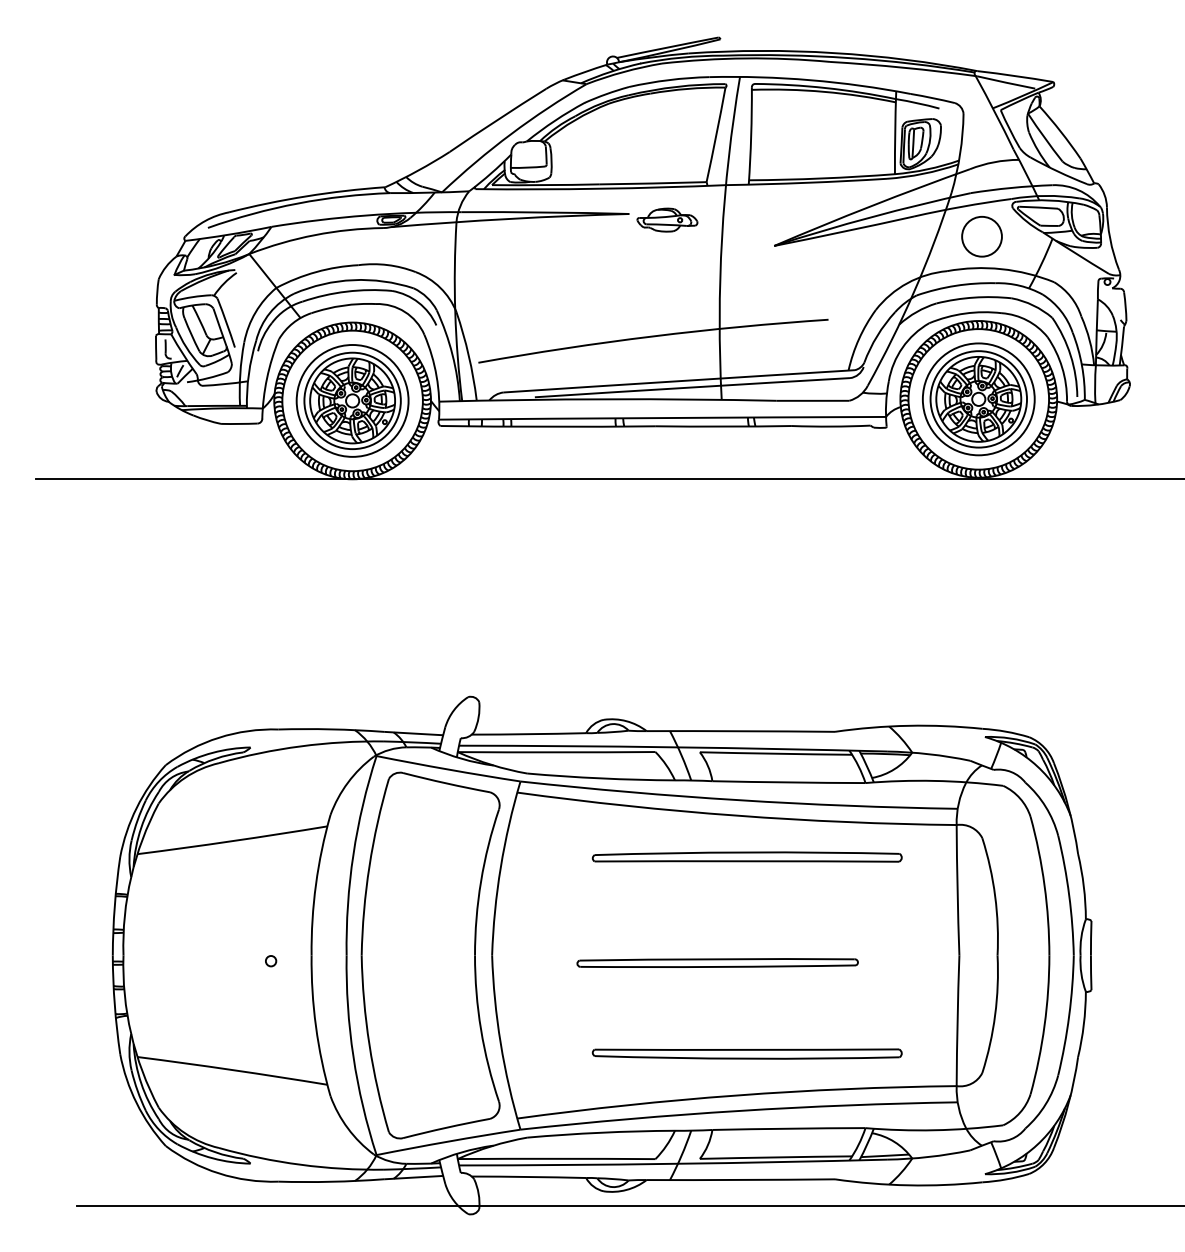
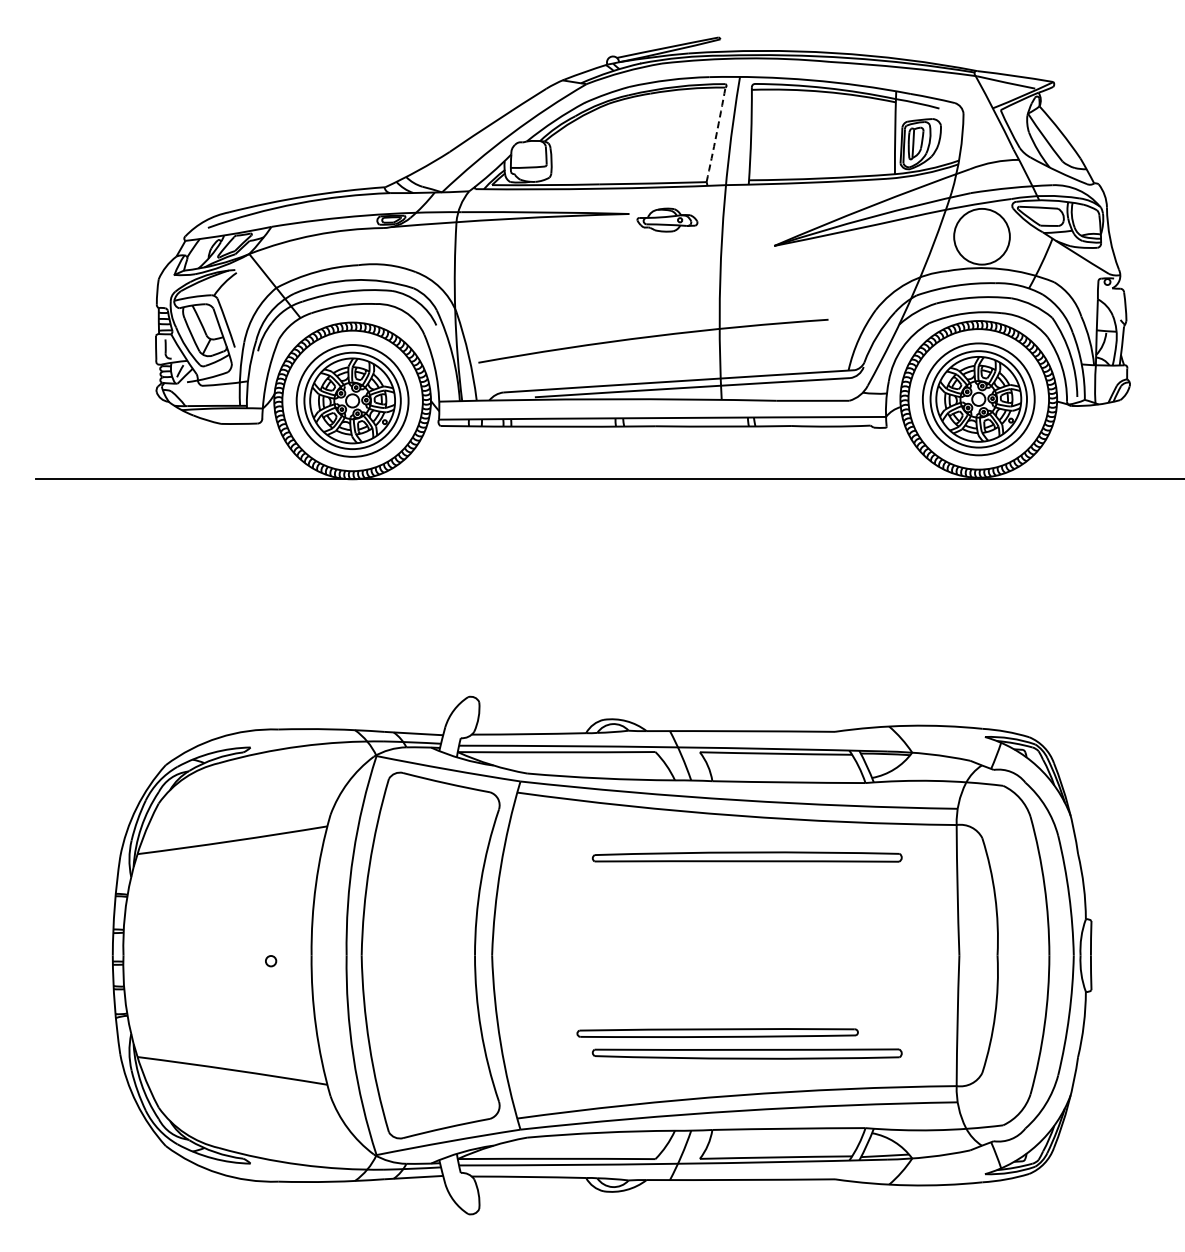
arc at (716, 134): solid -> dashed
circle at (981, 236) diameter: 40 px -> 56 px
part at (717, 962) position: (717, 962) -> (717, 1032)
line at (629, 1205): present -> none
